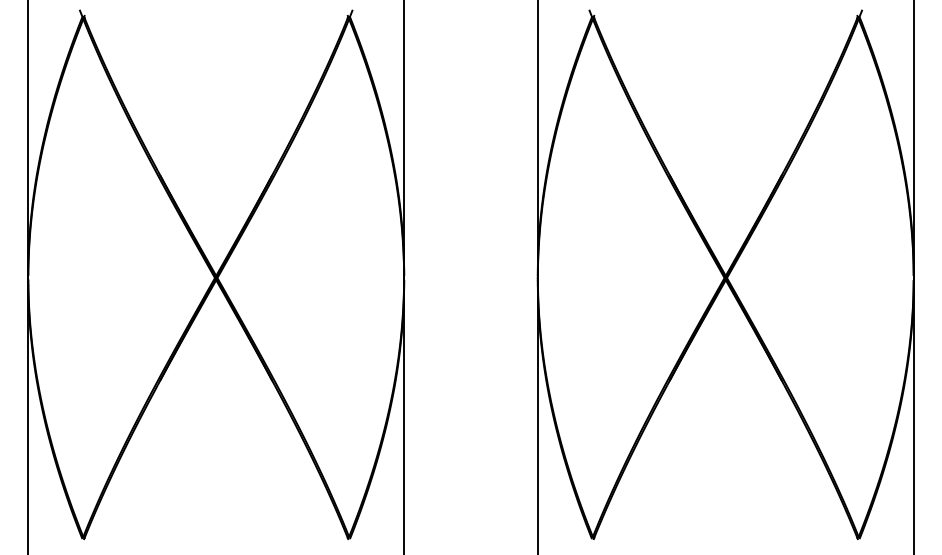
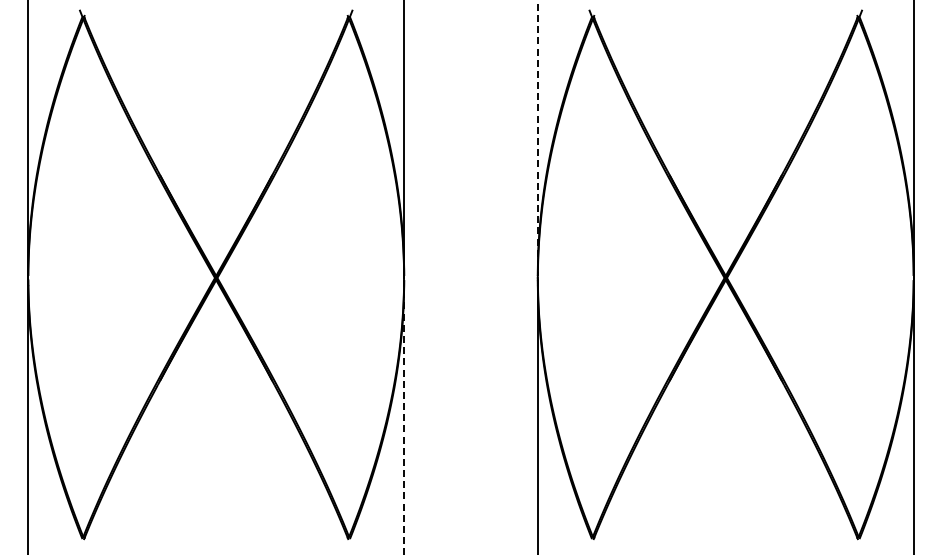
line at (537, 138): solid -> dashed
line at (404, 417): solid -> dashed
